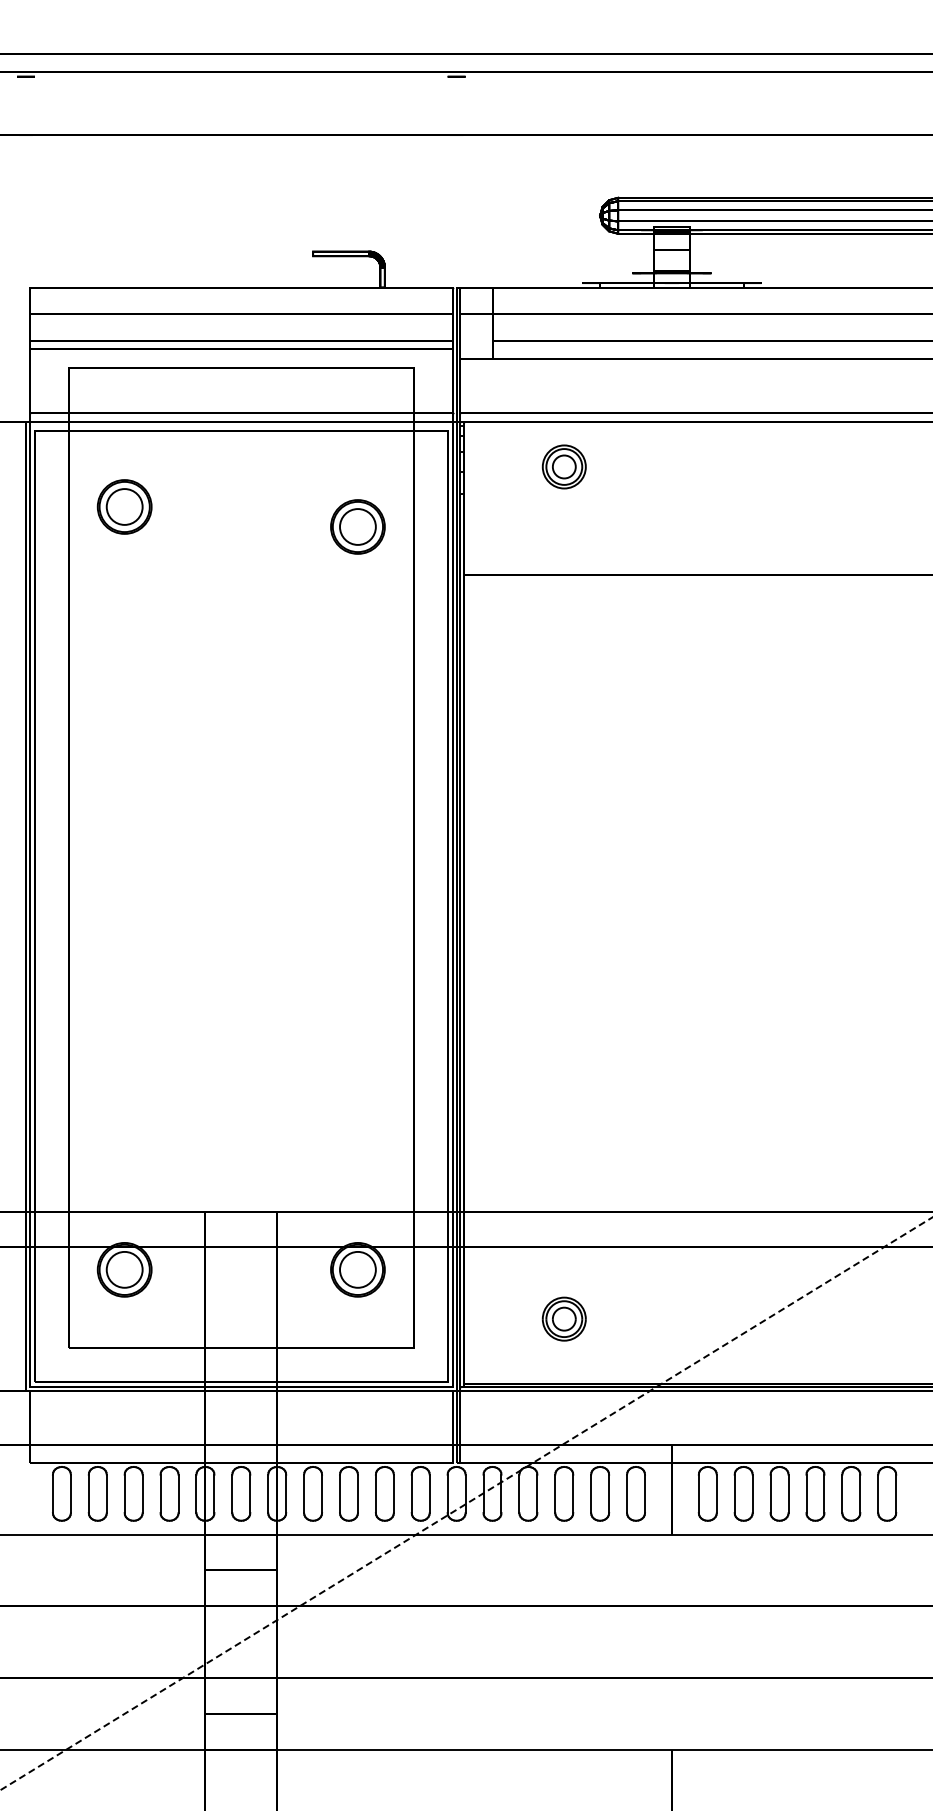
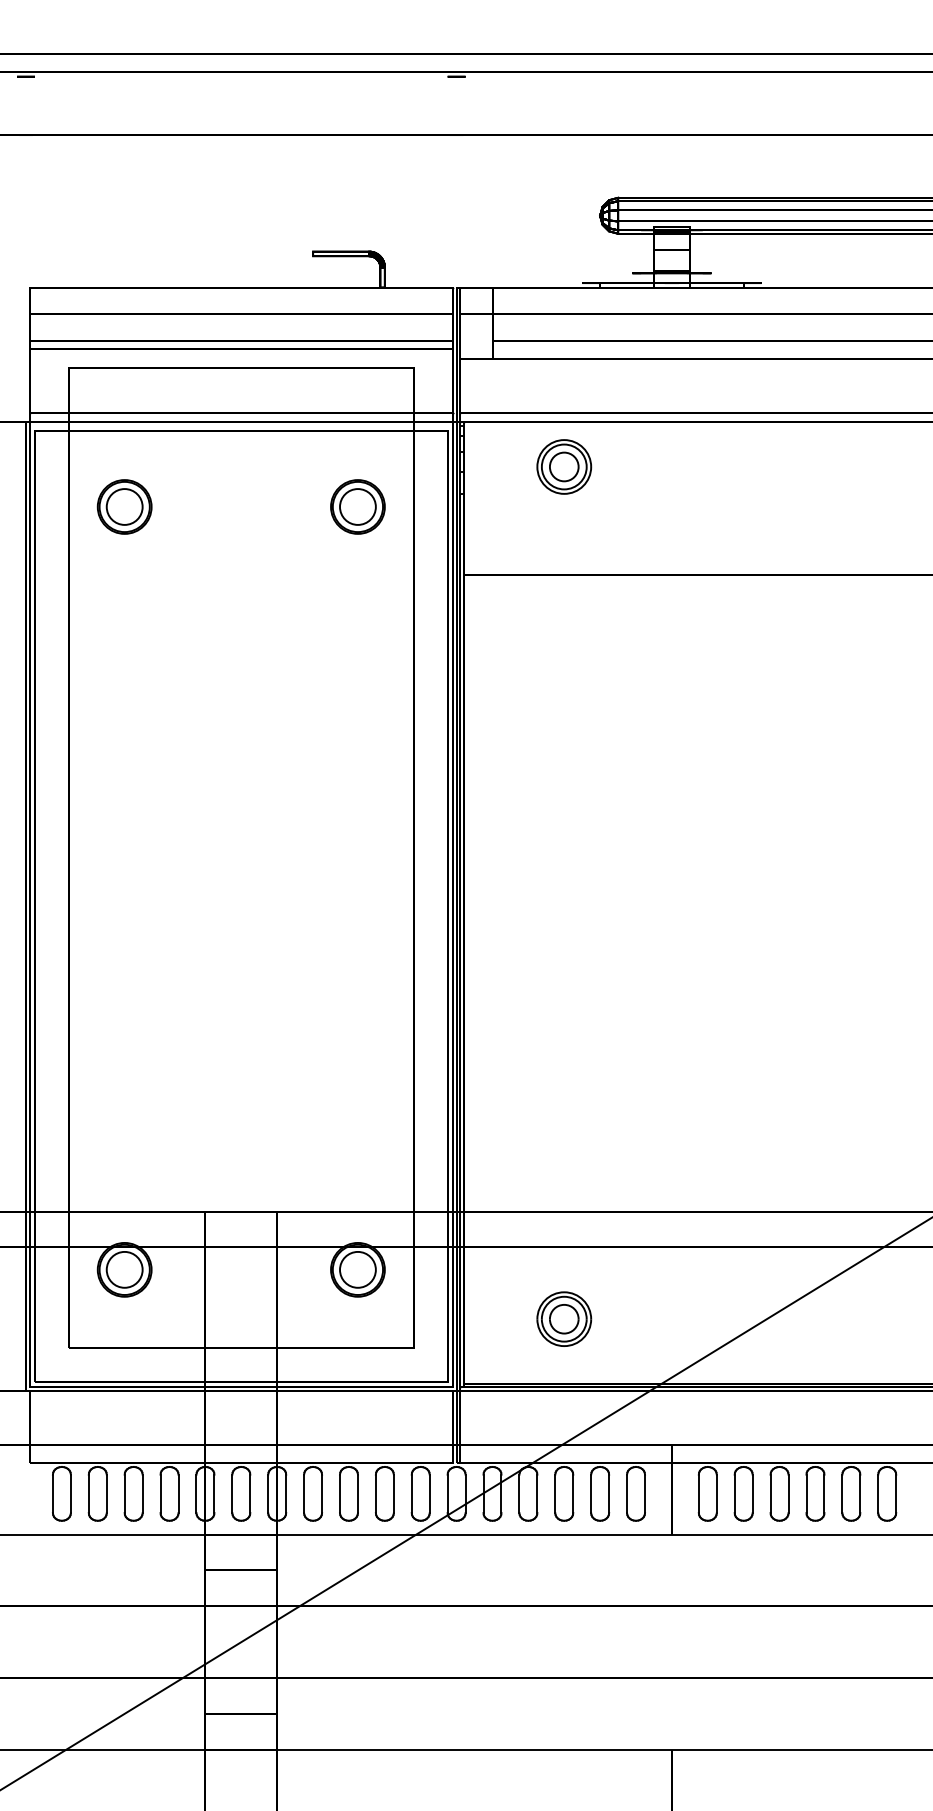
part at (563, 466) size: 46x46 px -> 57x56 px
part at (357, 526) position: (357, 526) -> (357, 506)
part at (563, 1318) size: 46x46 px -> 57x56 px
line at (466, 1503): dashed -> solid
